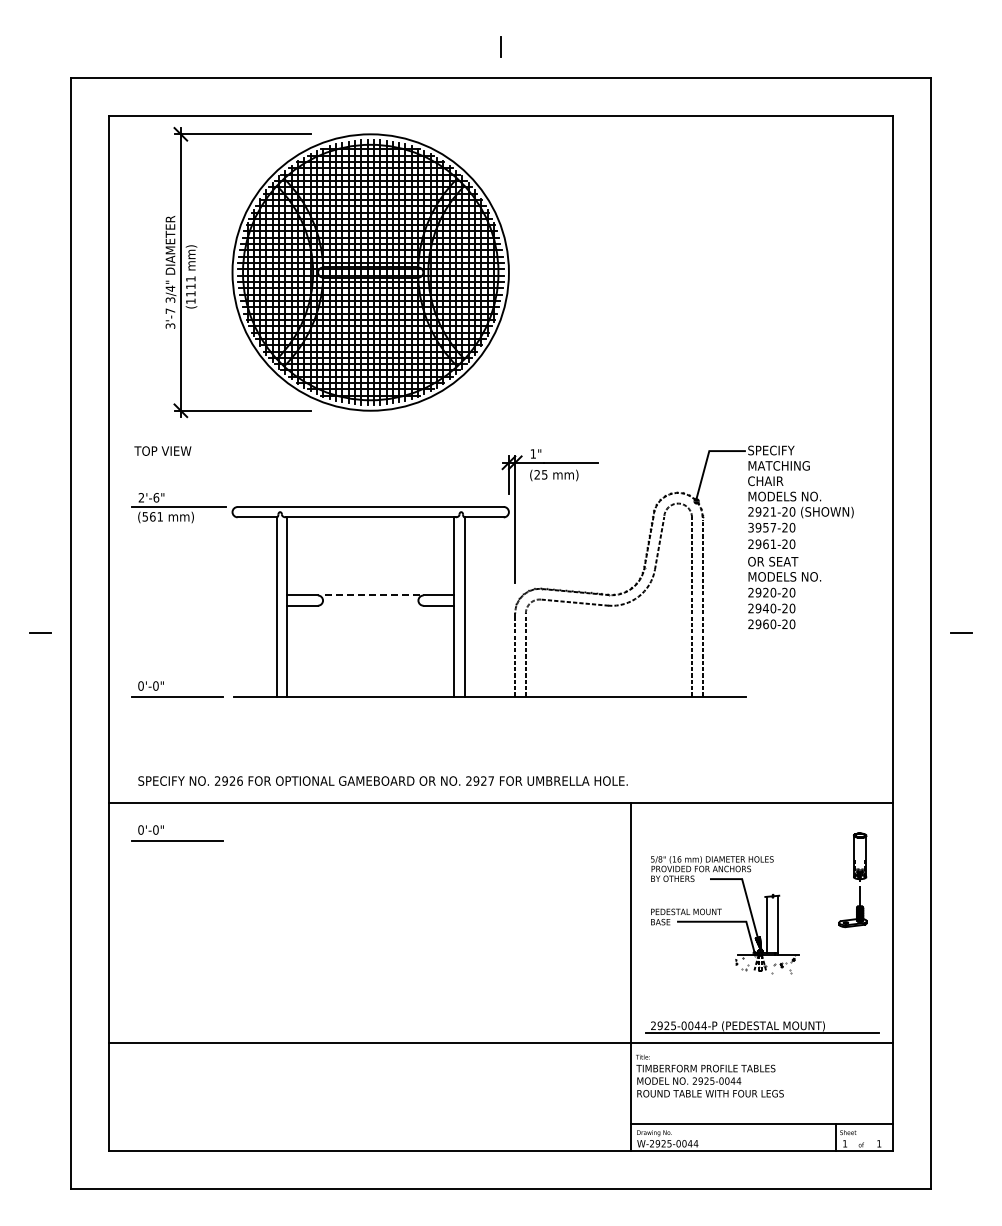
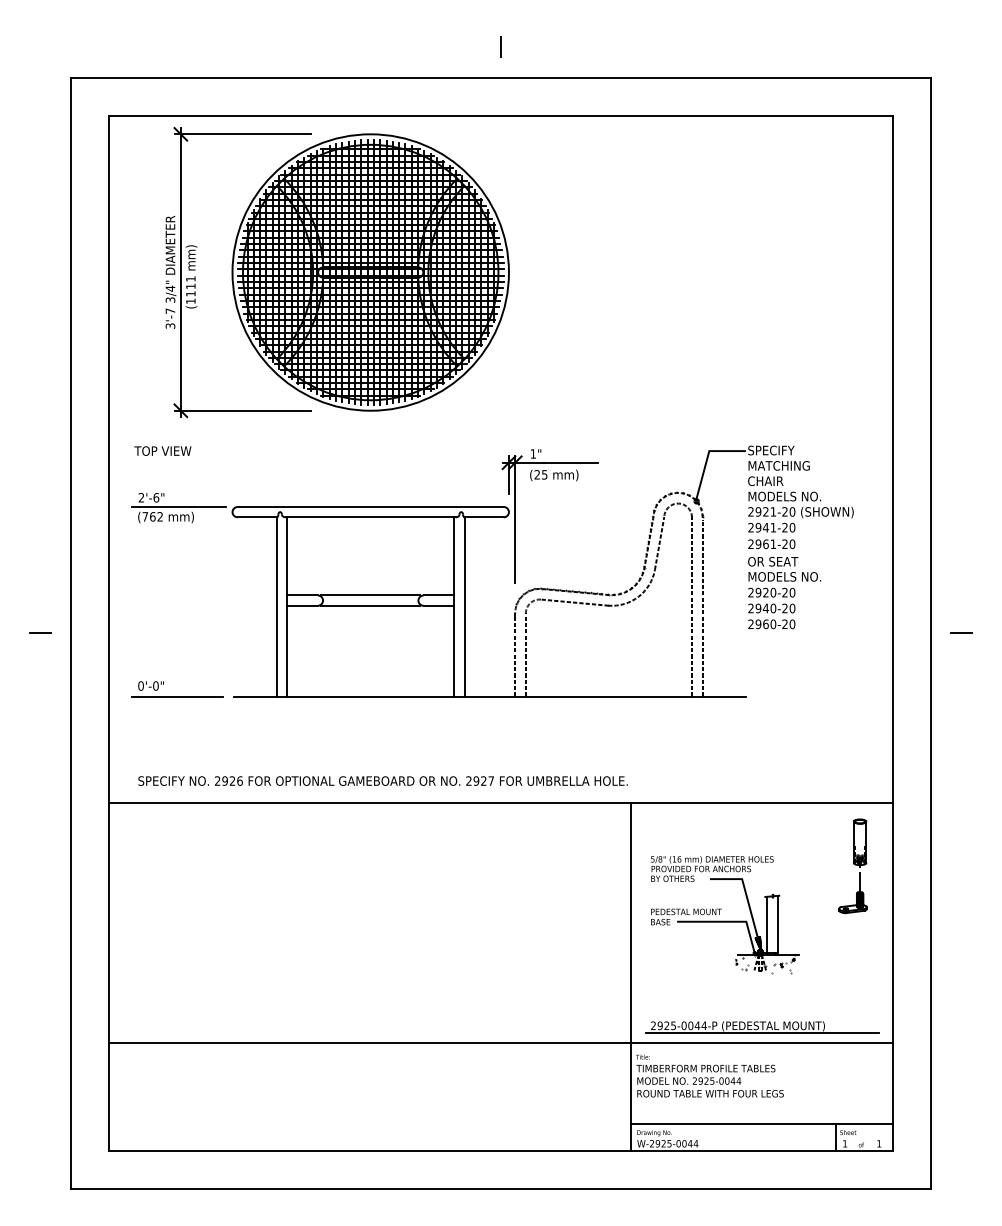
text at (152, 516): (561 -> (762
text at (762, 527): 3957-20 -> 2941-20
line at (370, 595): dashed -> solid
line at (370, 605): none -> present
part at (177, 840): present -> none
part at (852, 880) position: (852, 880) -> (852, 866)
